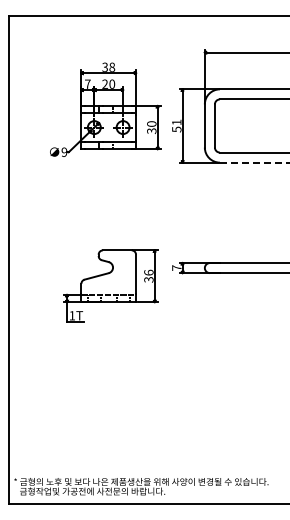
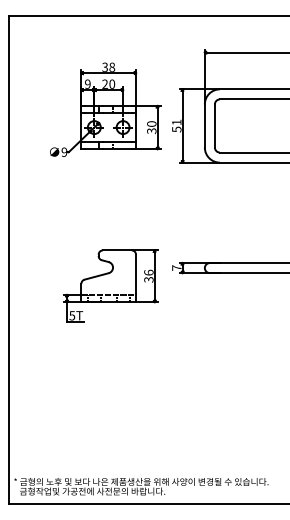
text at (87, 83): 7 -> 9
line at (254, 162): dashed -> solid
text at (72, 315): 1T -> 5T
